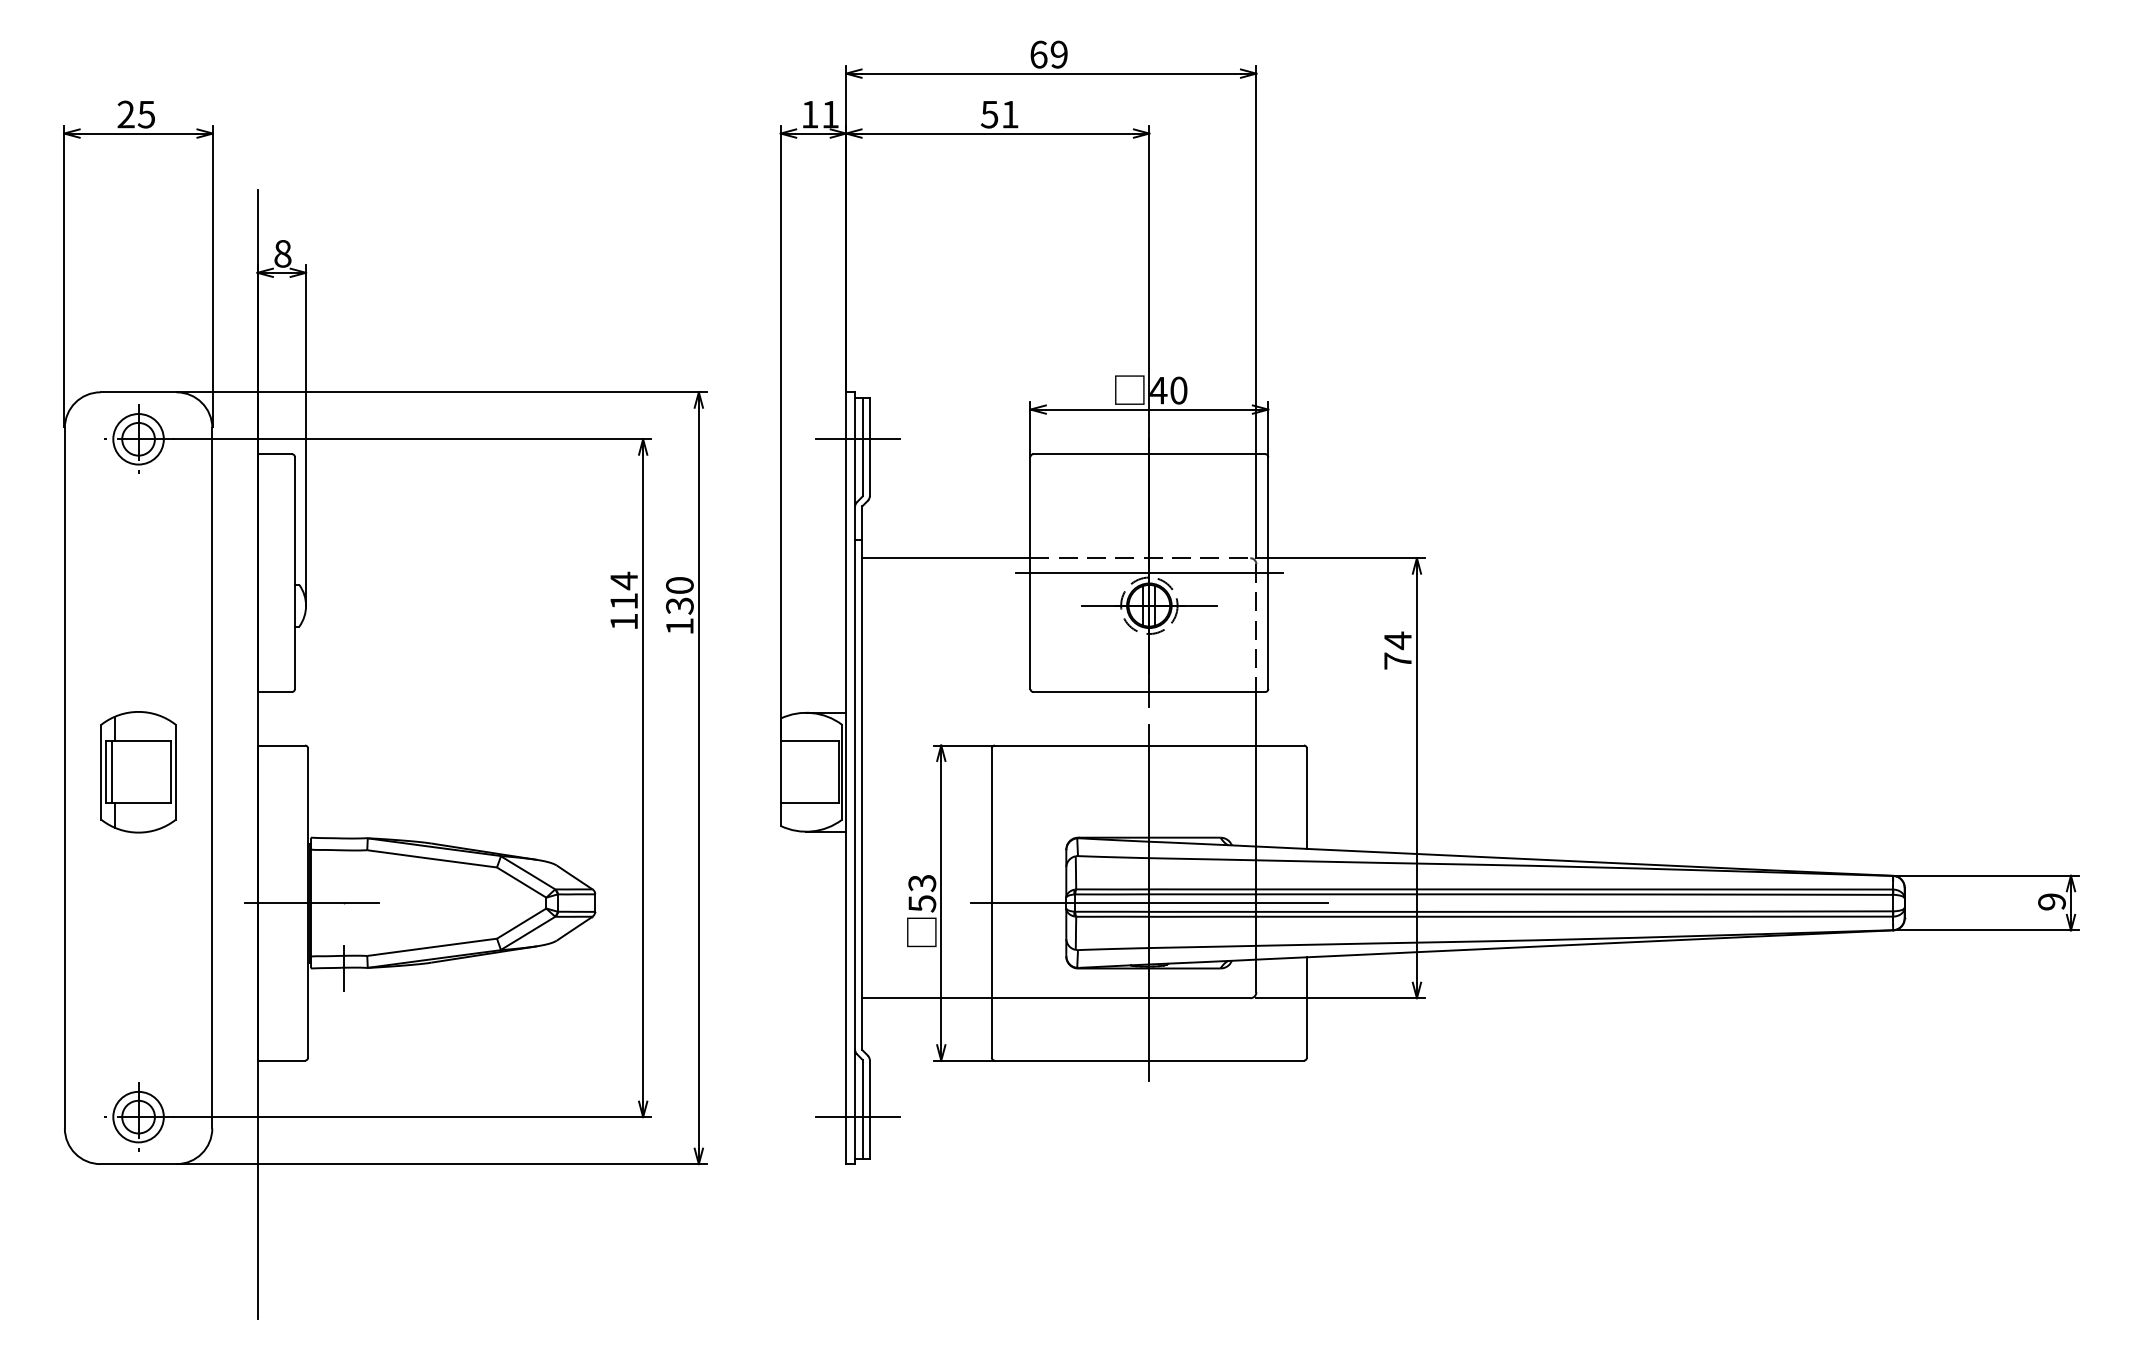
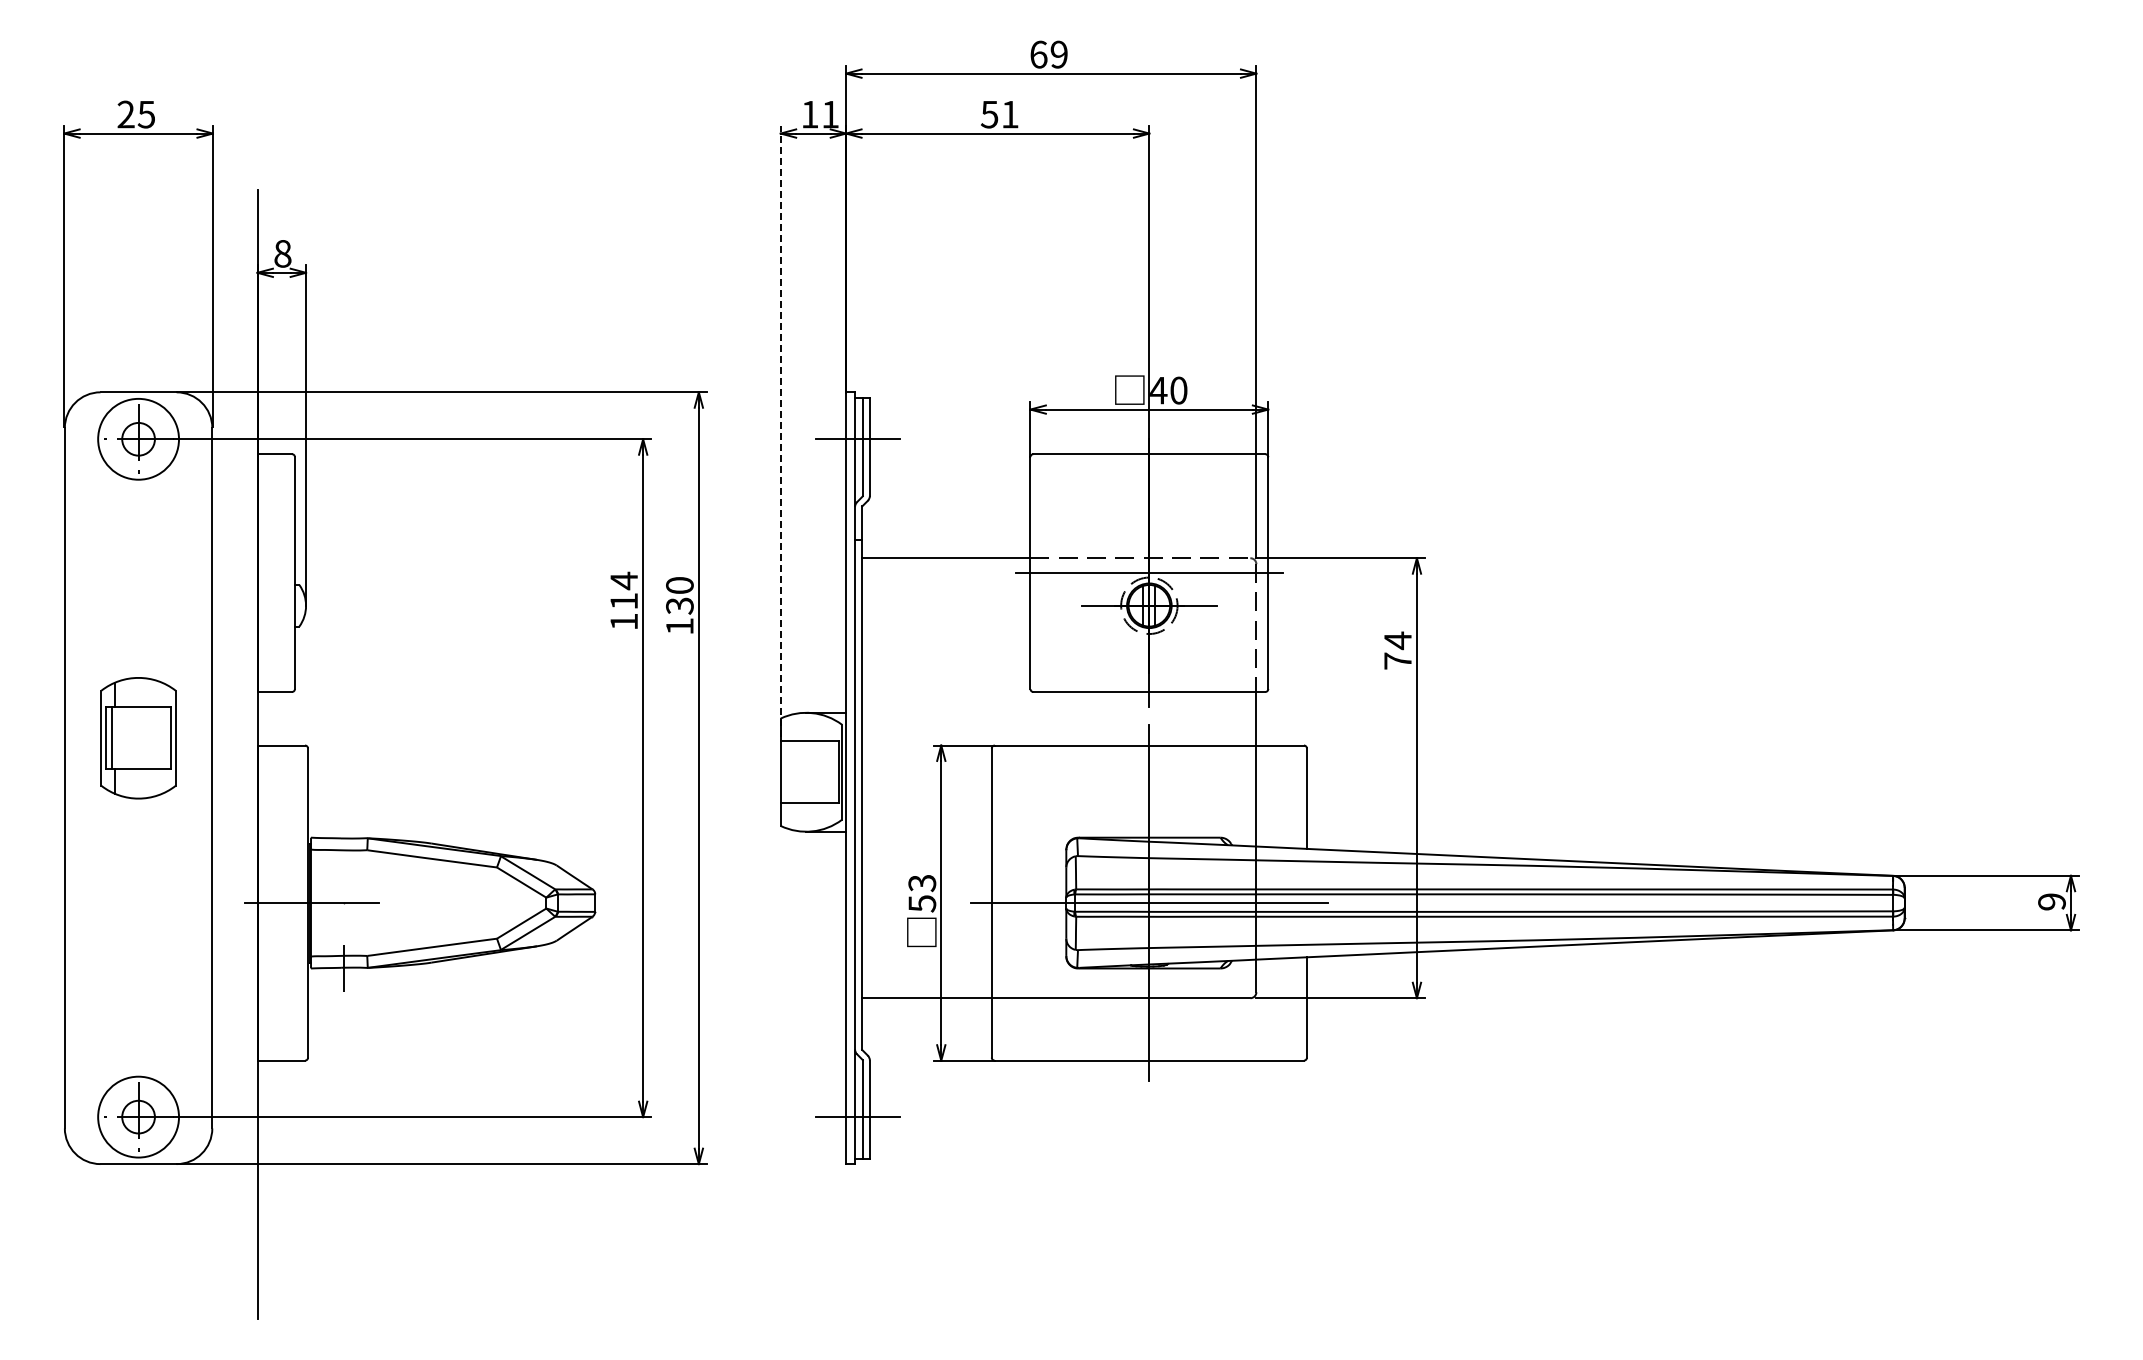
line at (780, 430): solid -> dashed
circle at (138, 439) diameter: 51 px -> 81 px
part at (138, 772) position: (138, 772) -> (138, 738)
circle at (138, 1116) diameter: 51 px -> 81 px
